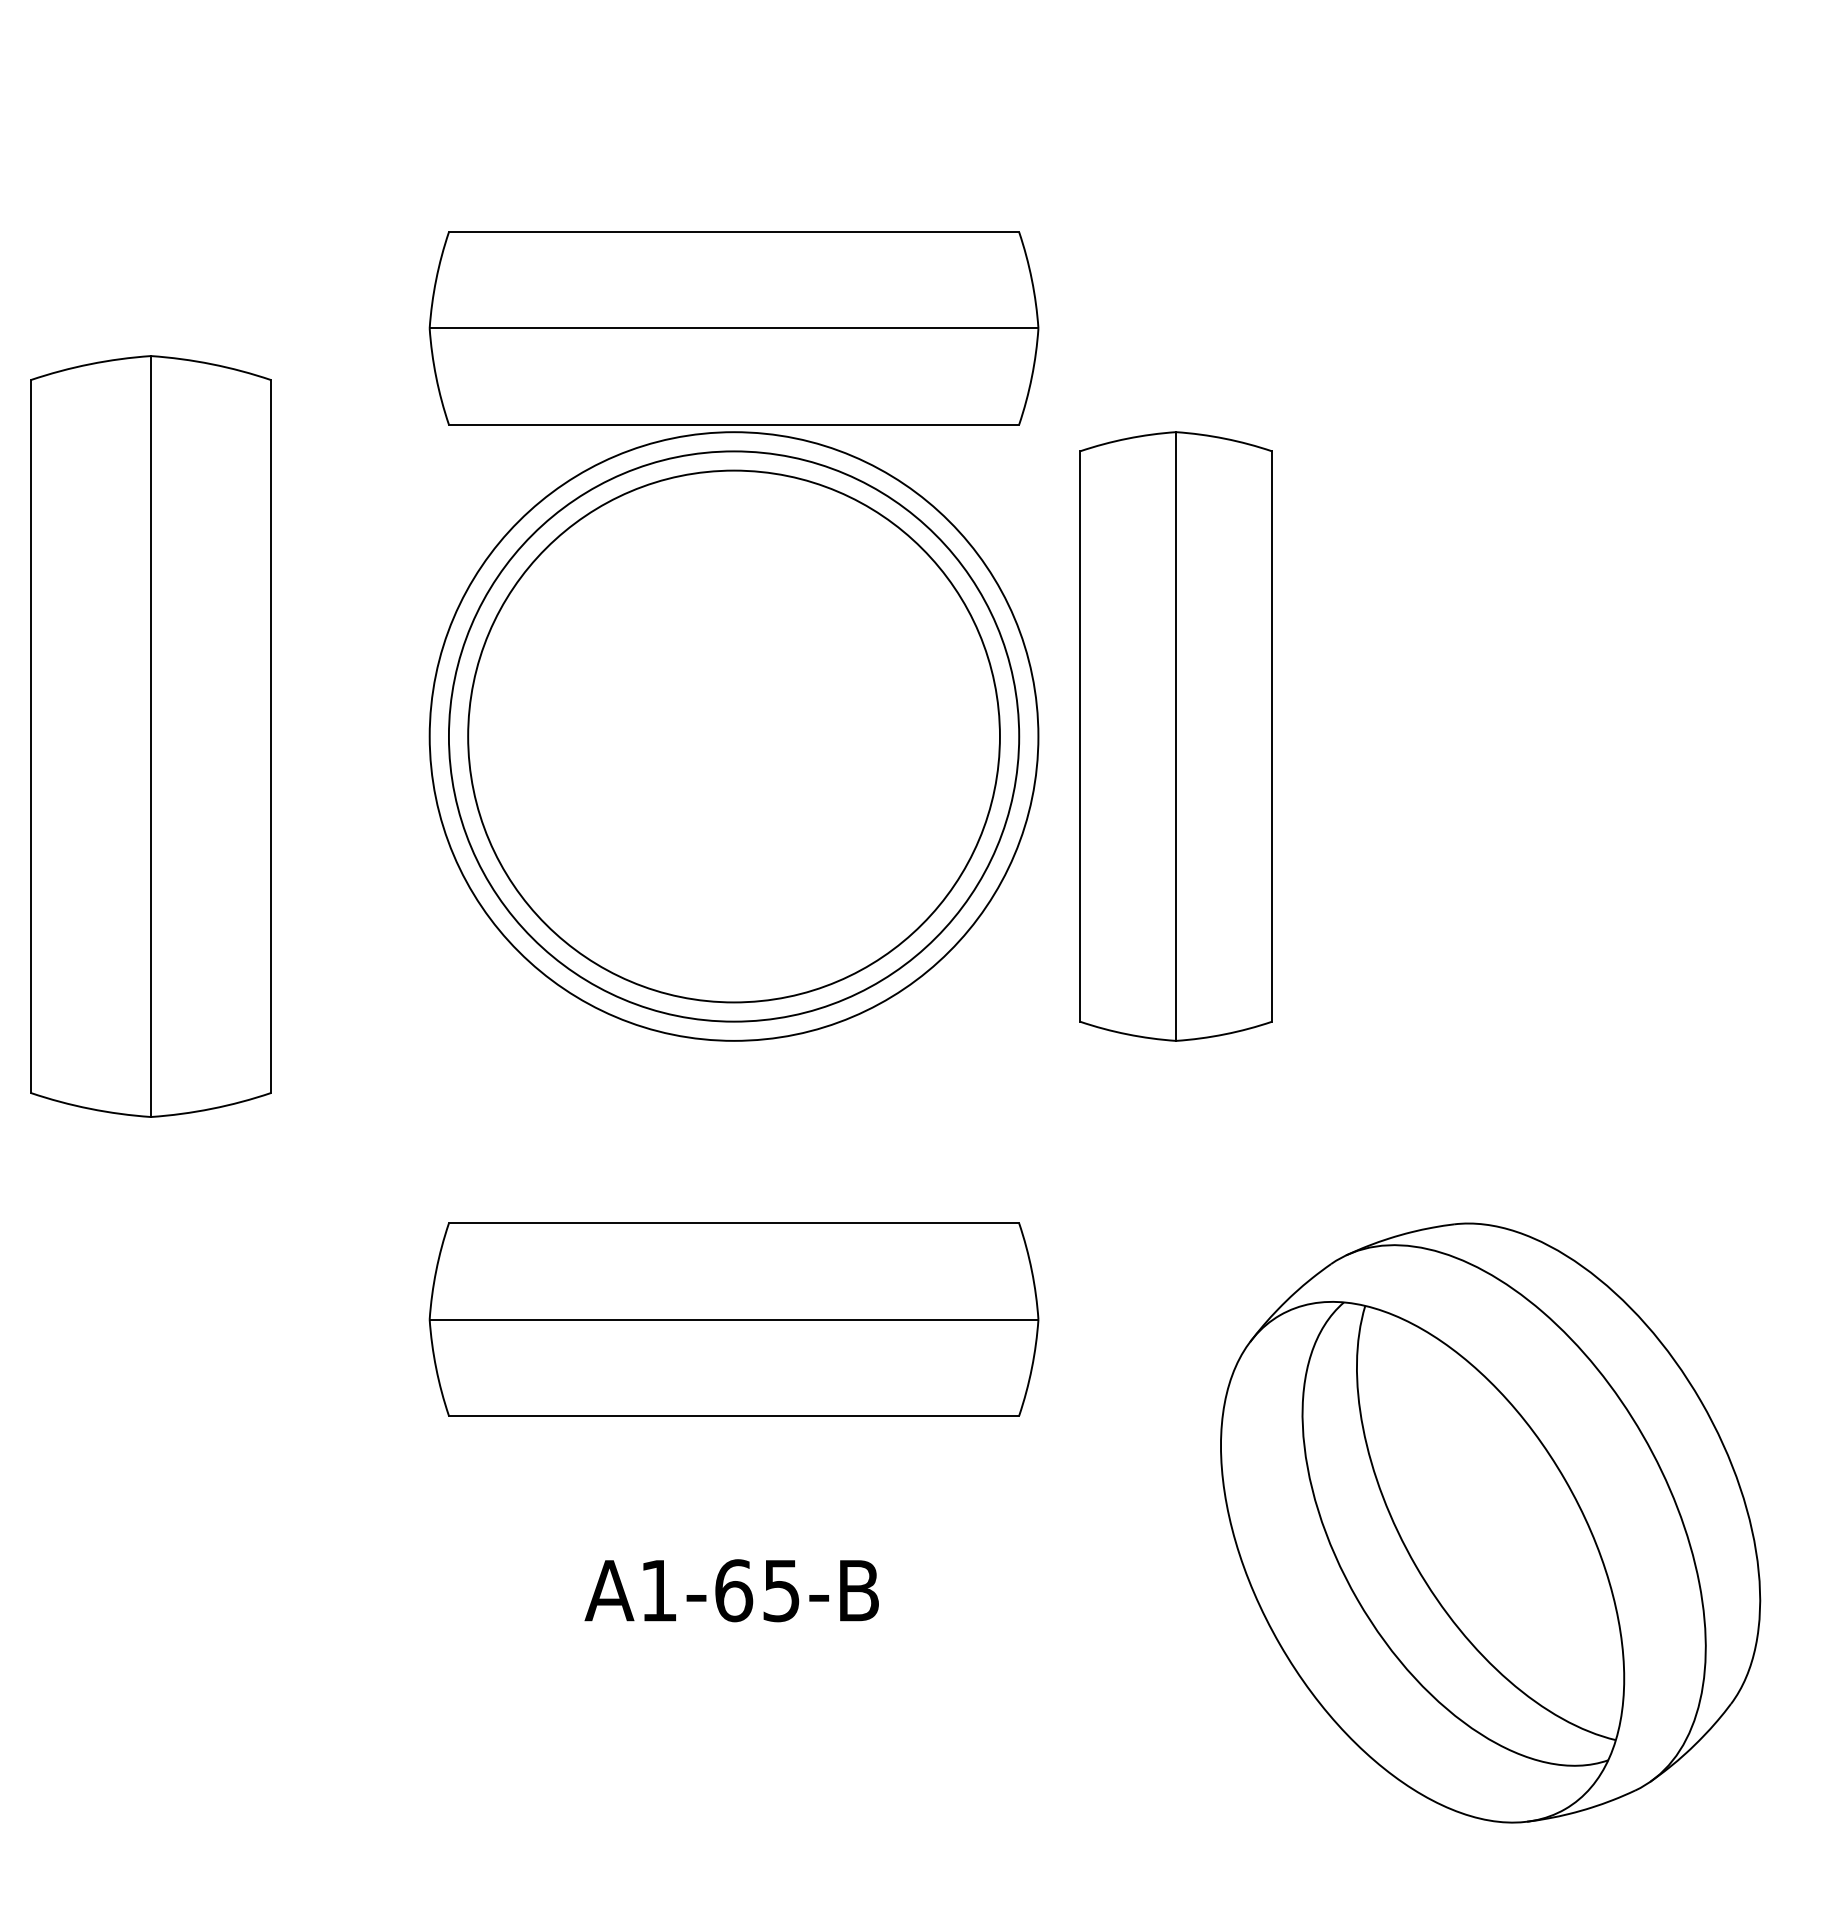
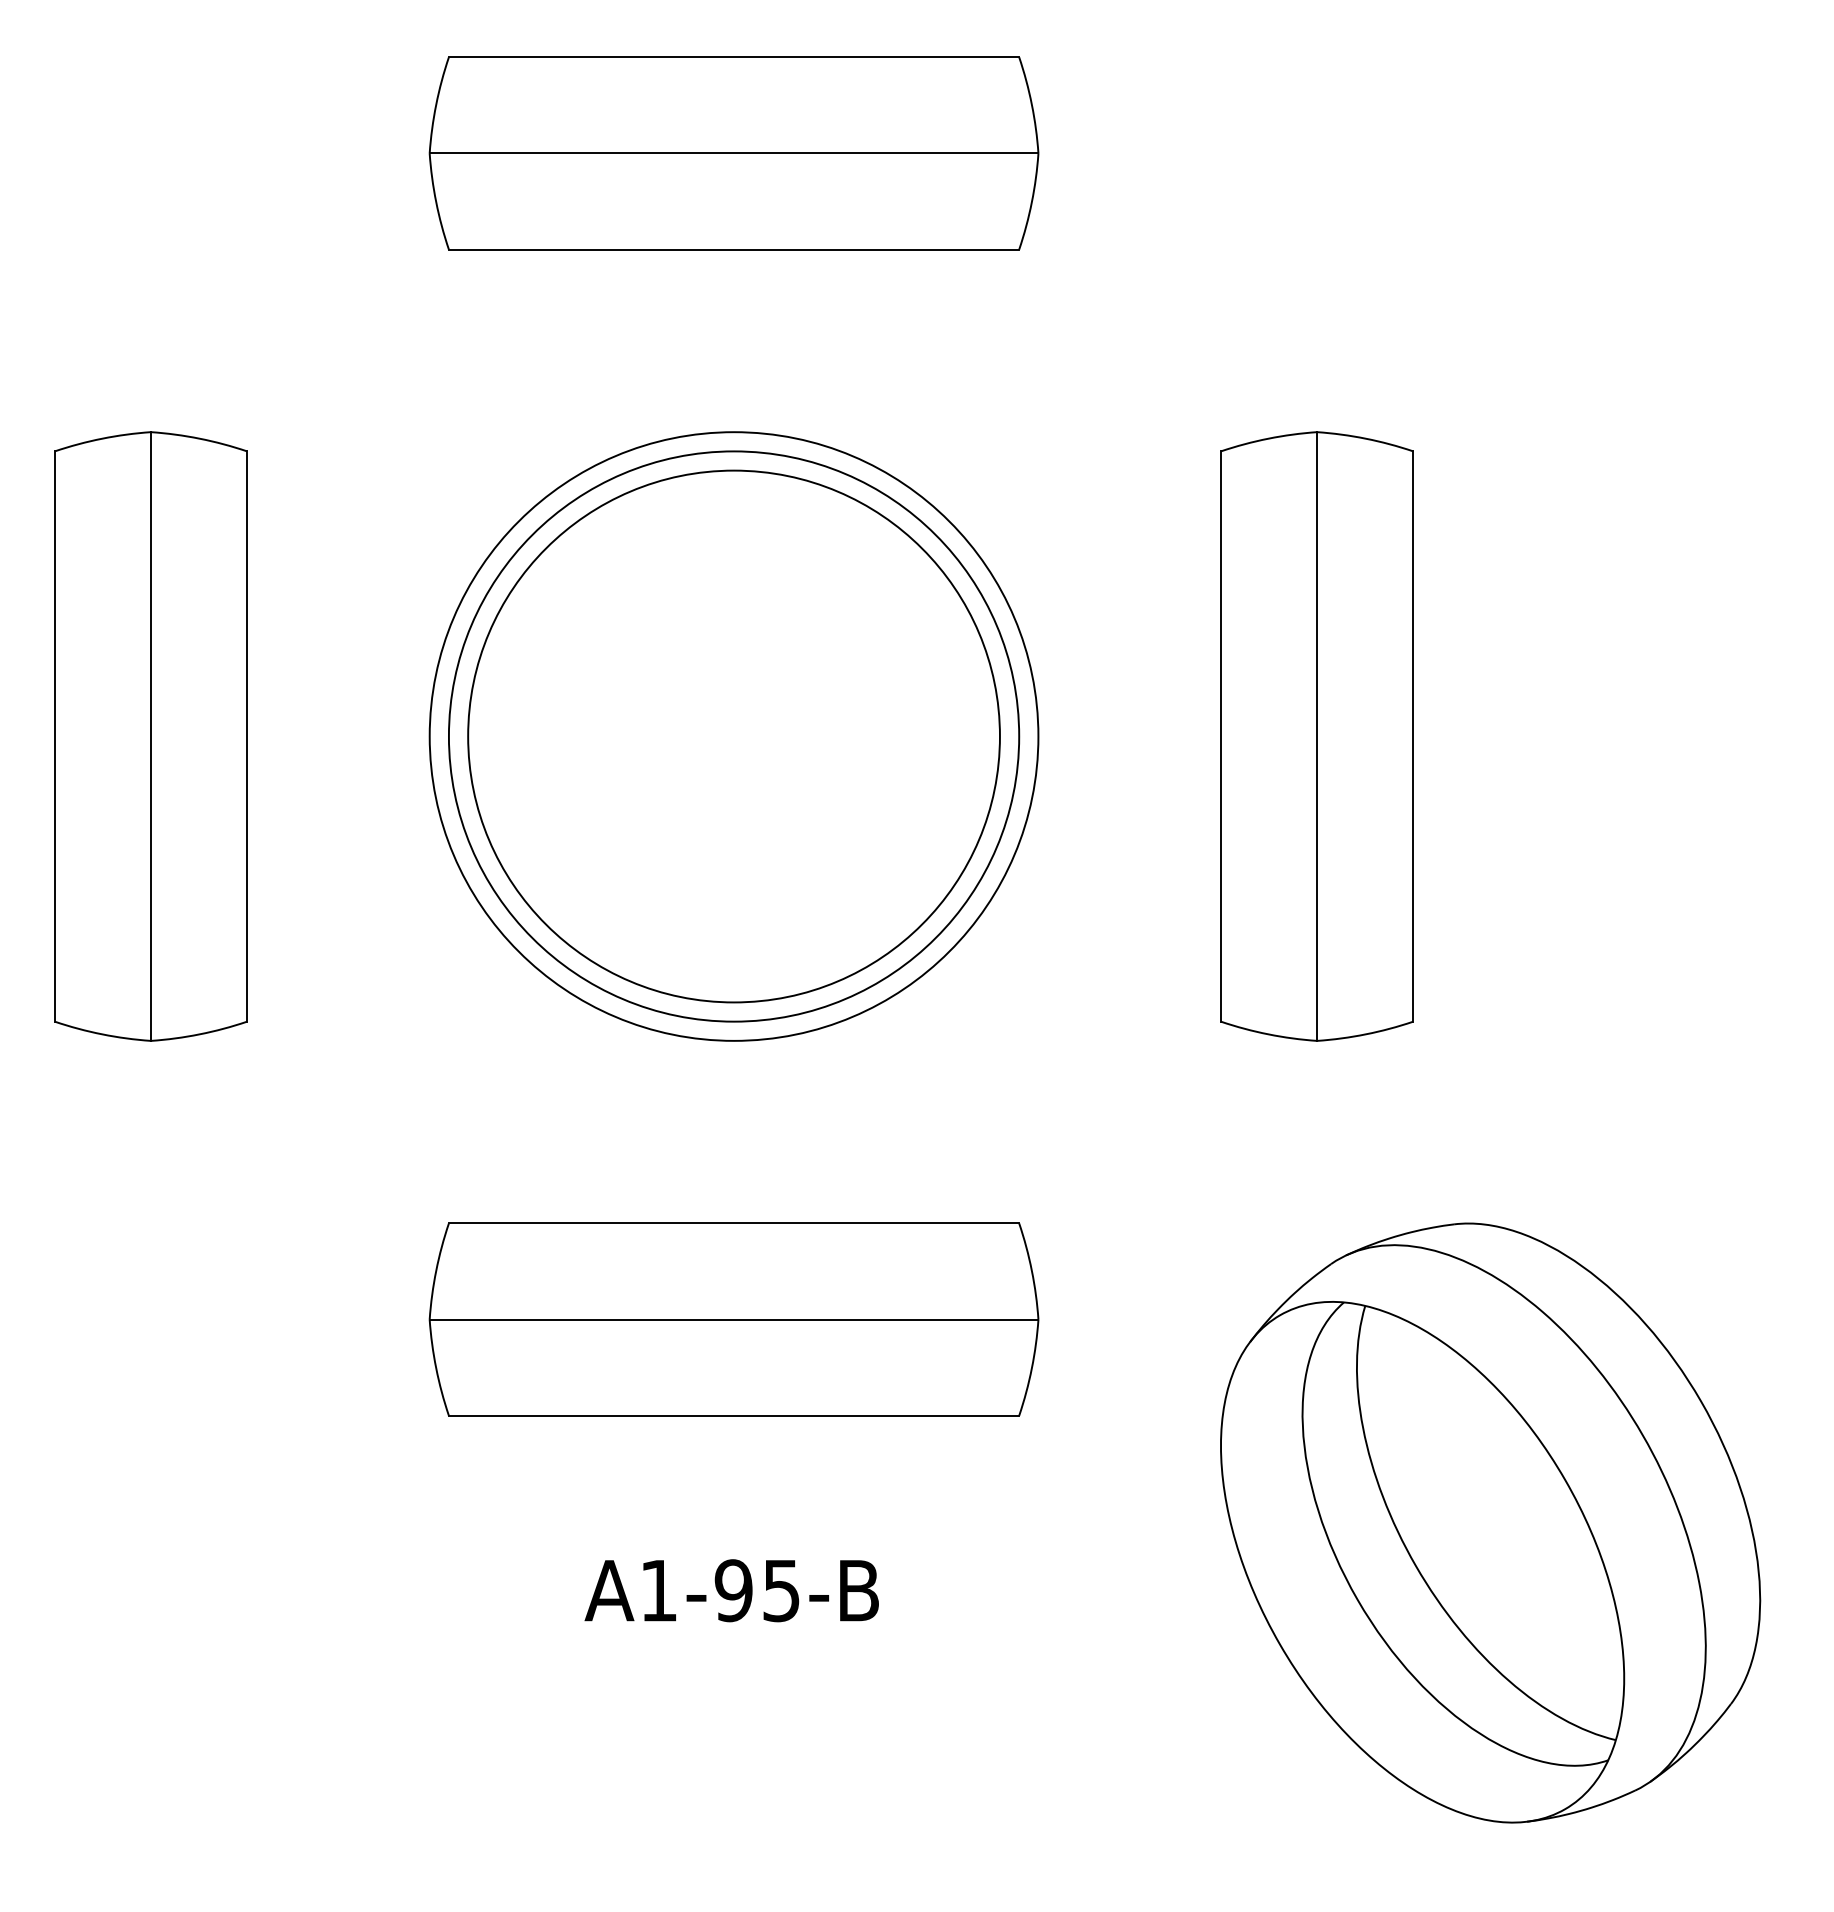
part at (733, 328) position: (733, 328) -> (733, 153)
part at (150, 736) size: 242x763 px -> 194x611 px
part at (1175, 736) position: (1175, 736) -> (1316, 736)
text at (733, 1590): A1-65-B -> A1-95-B
